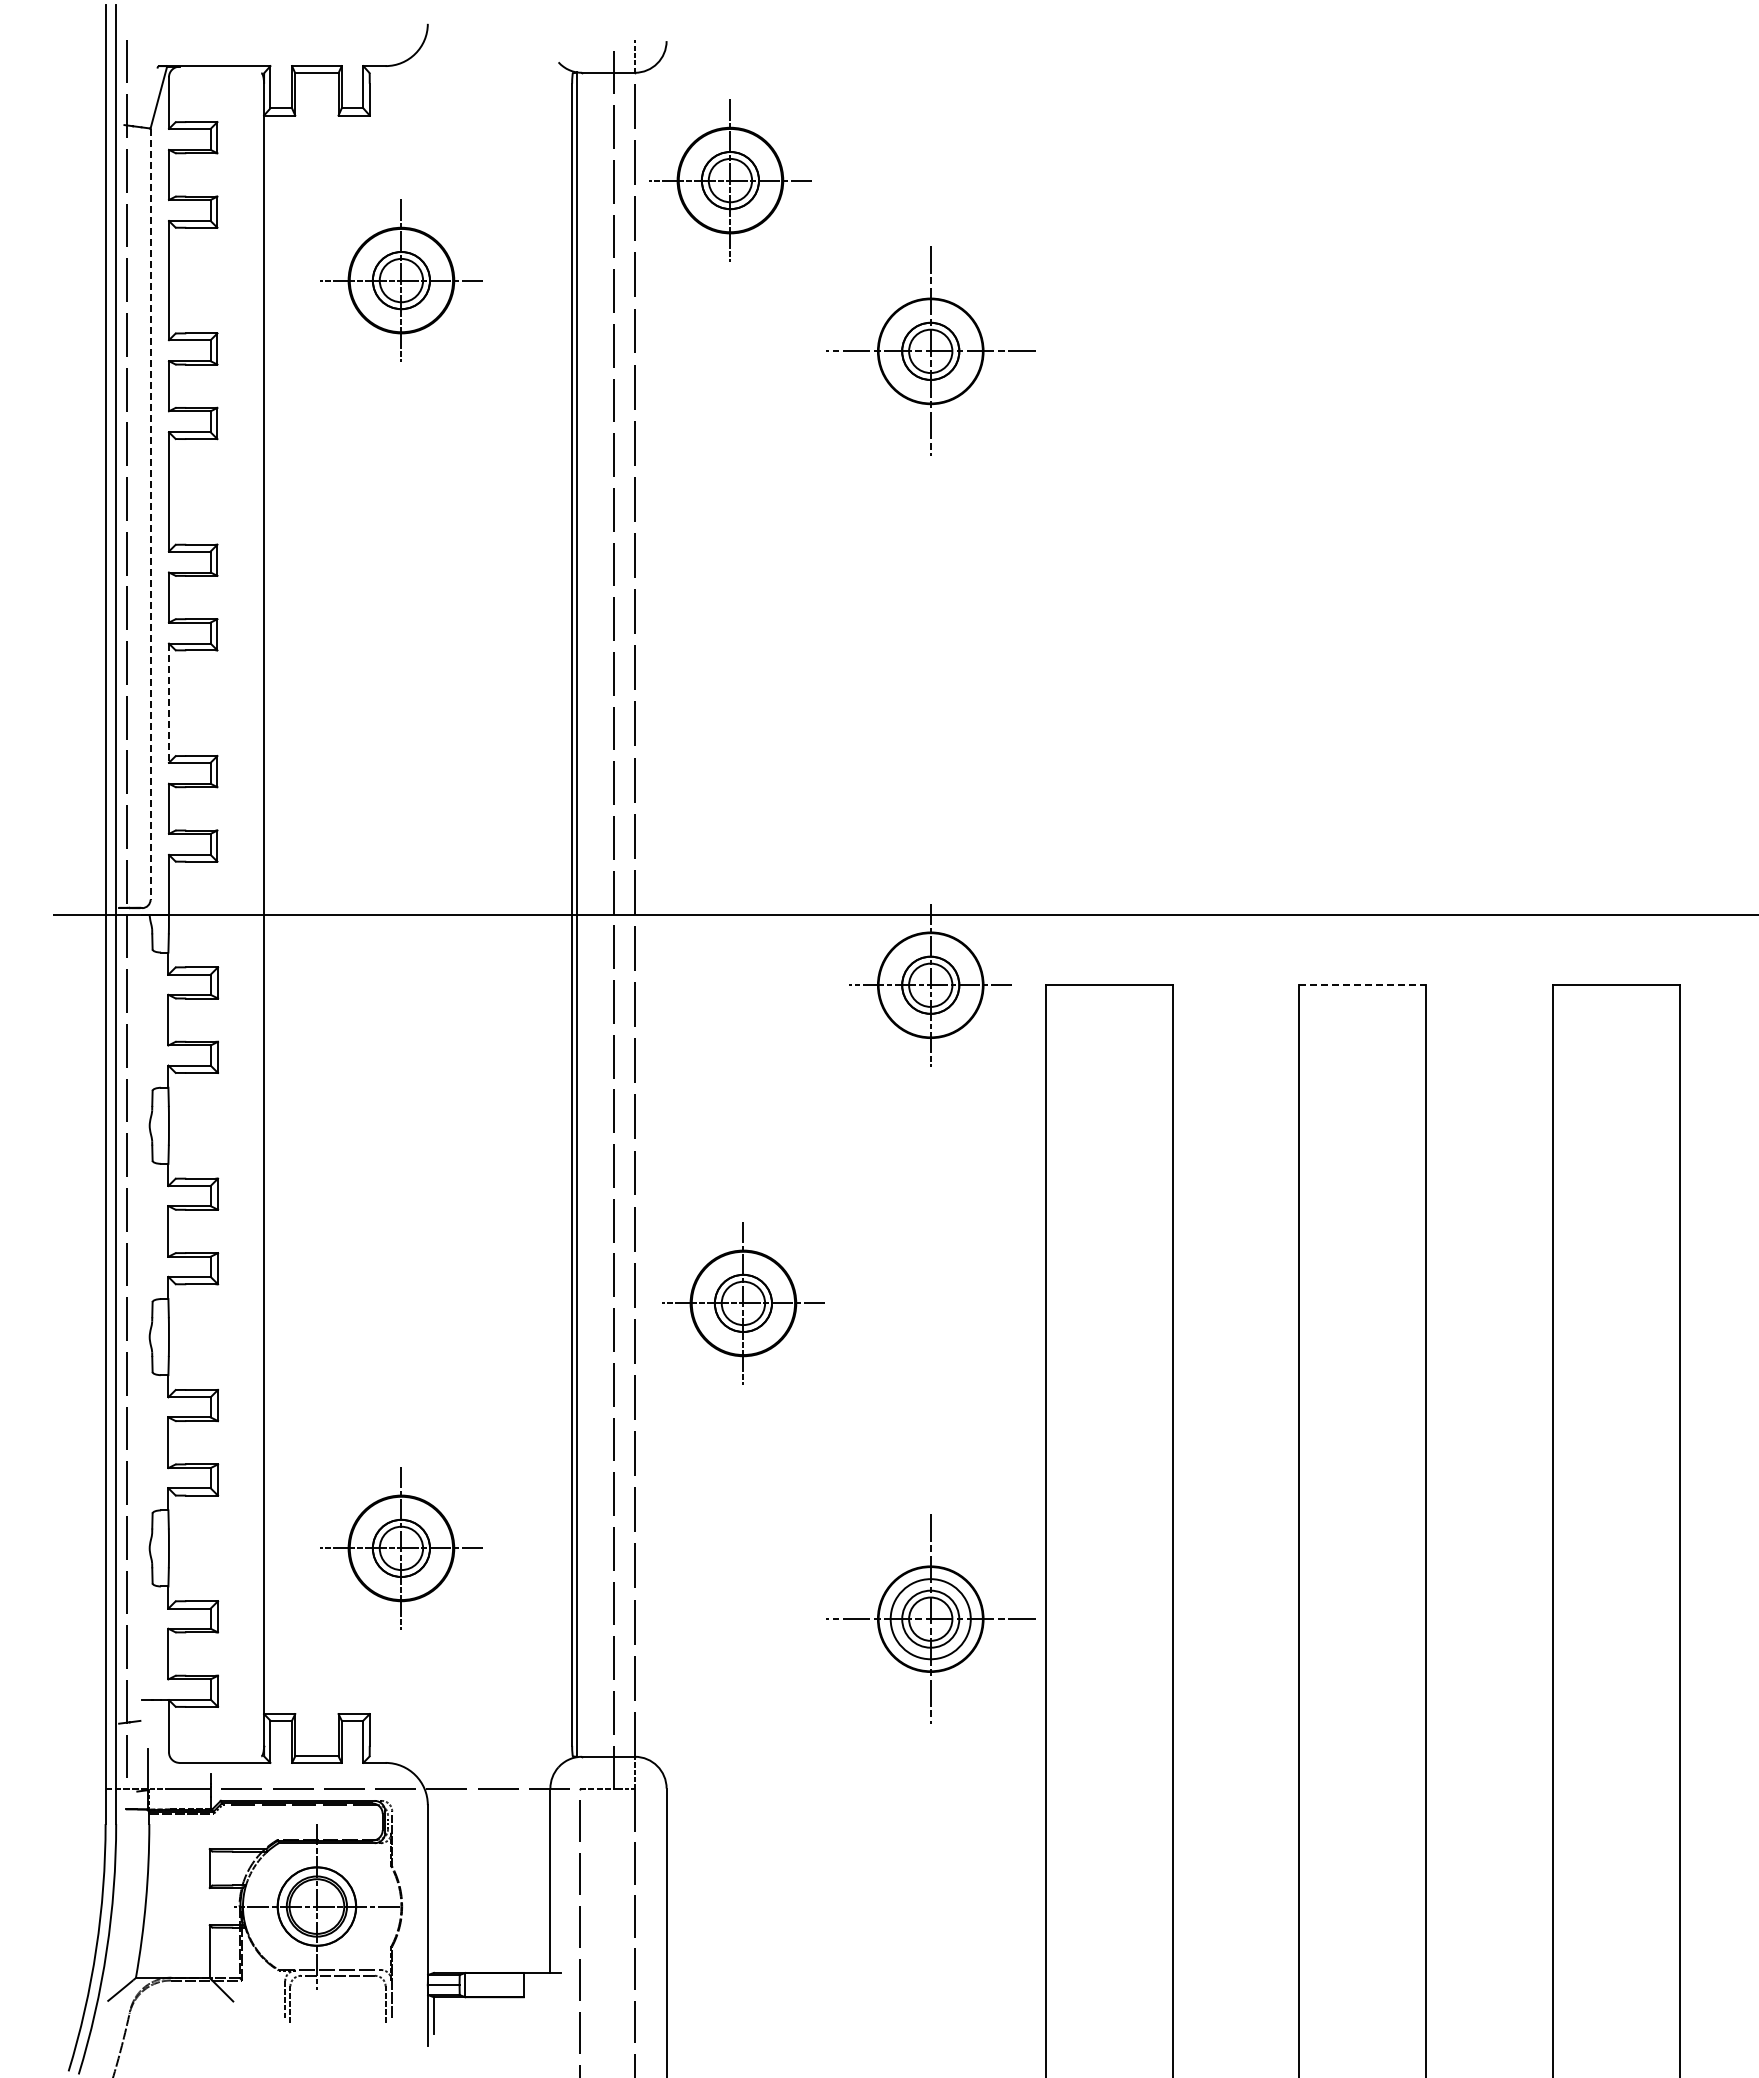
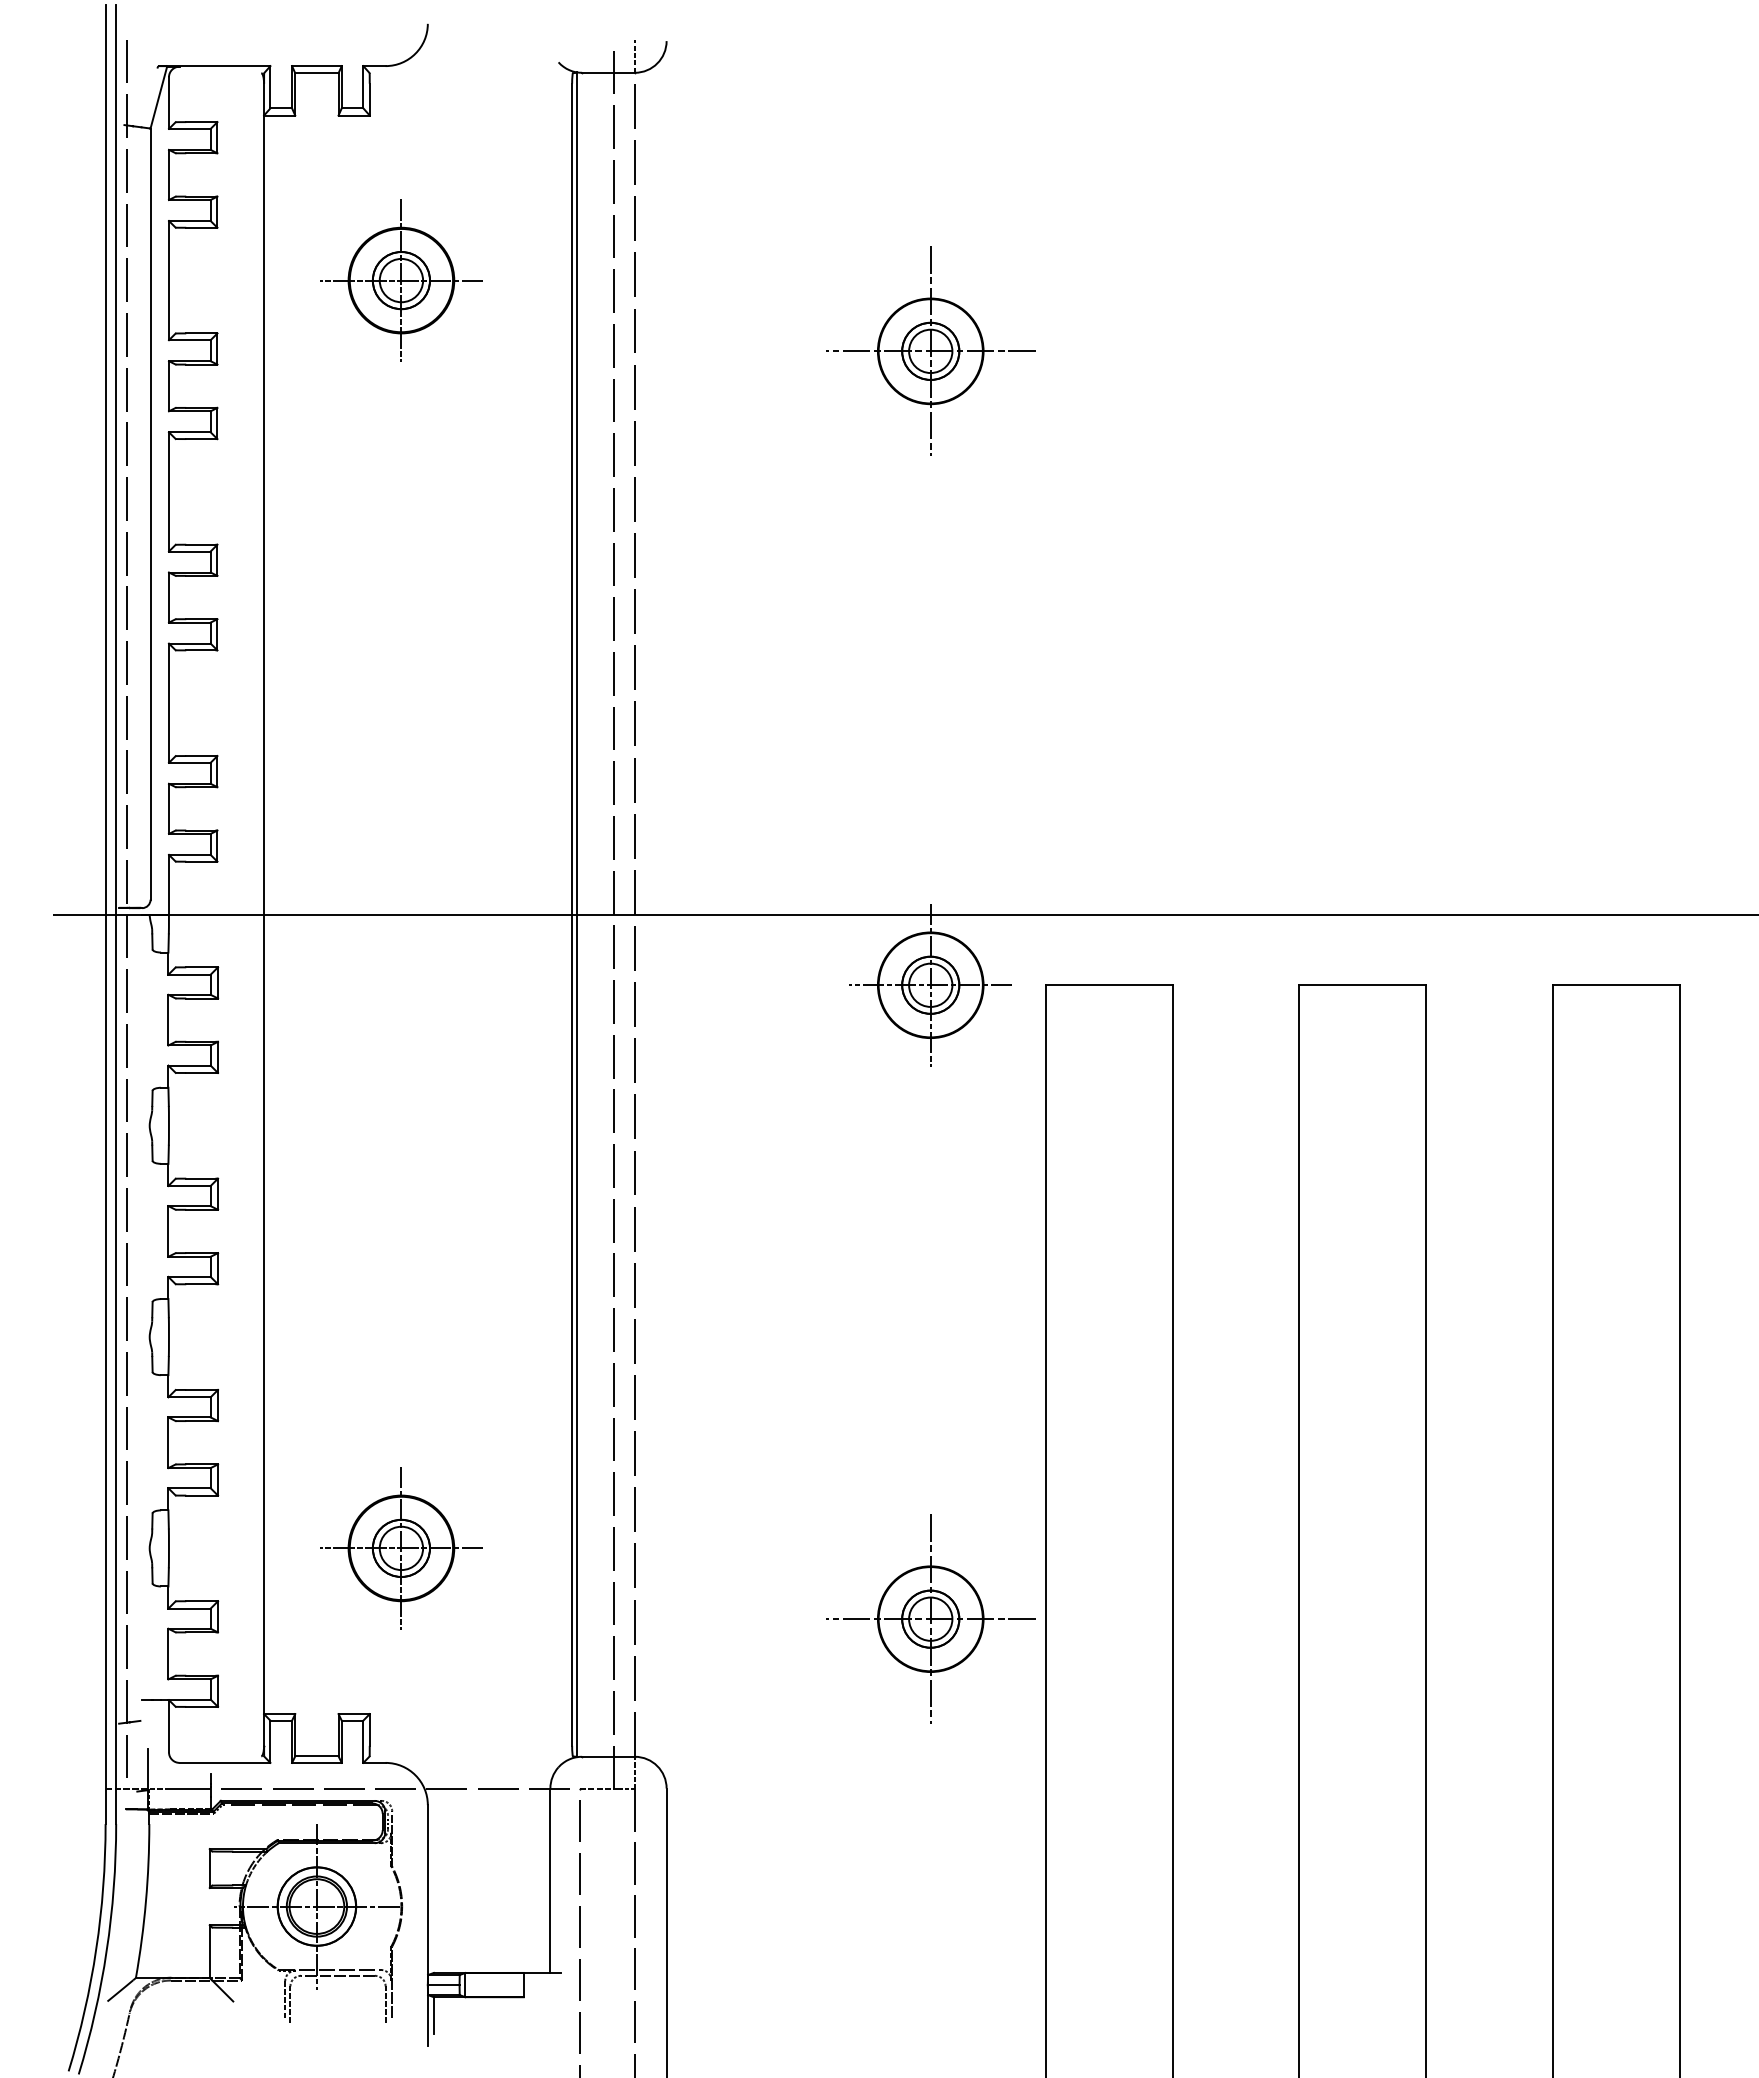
part at (730, 180): present -> none
line at (150, 514): dashed -> solid
line at (169, 703): dashed -> solid
line at (1363, 985): dashed -> solid
part at (743, 1303): present -> none
circle at (930, 1619) diameter: 80 px -> 57 px
